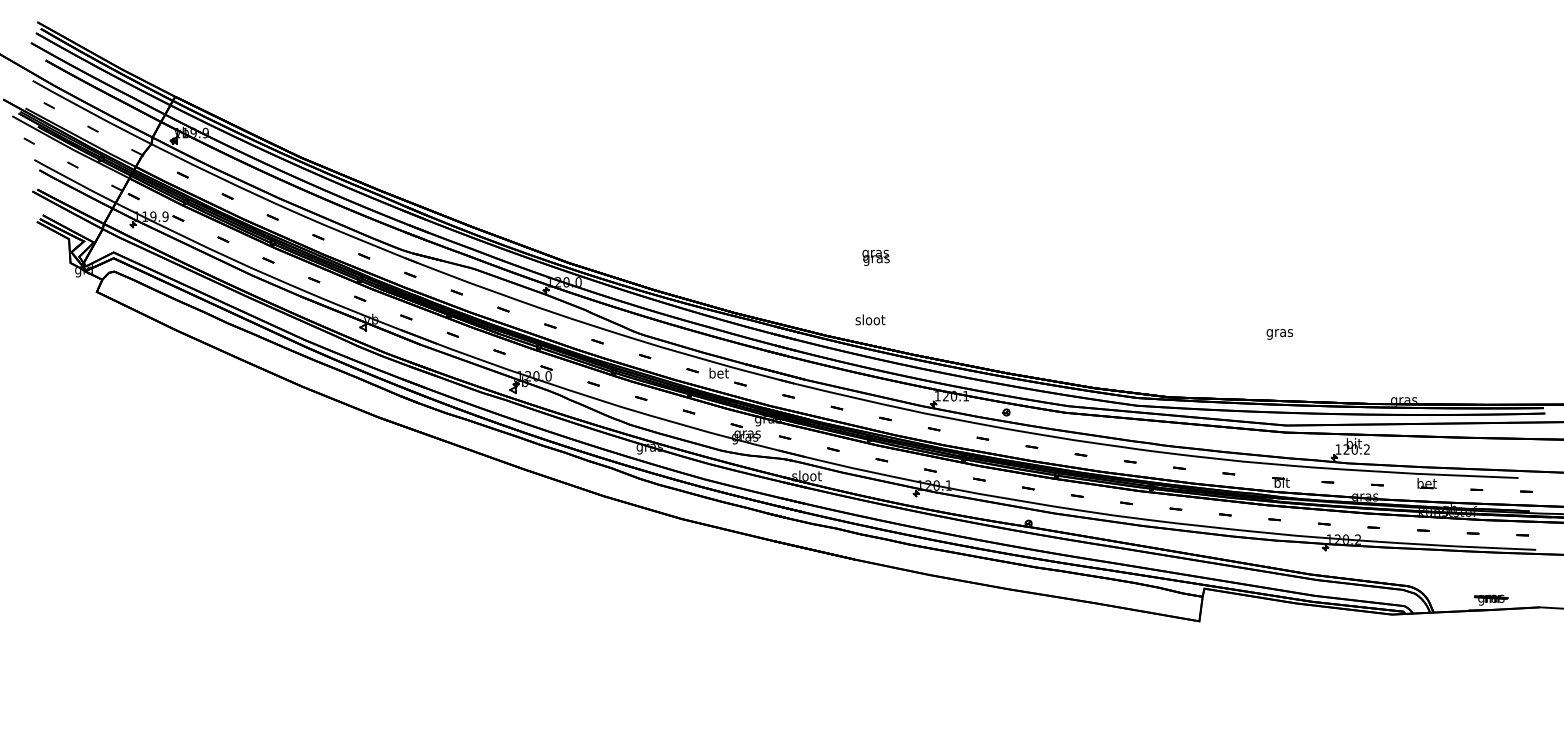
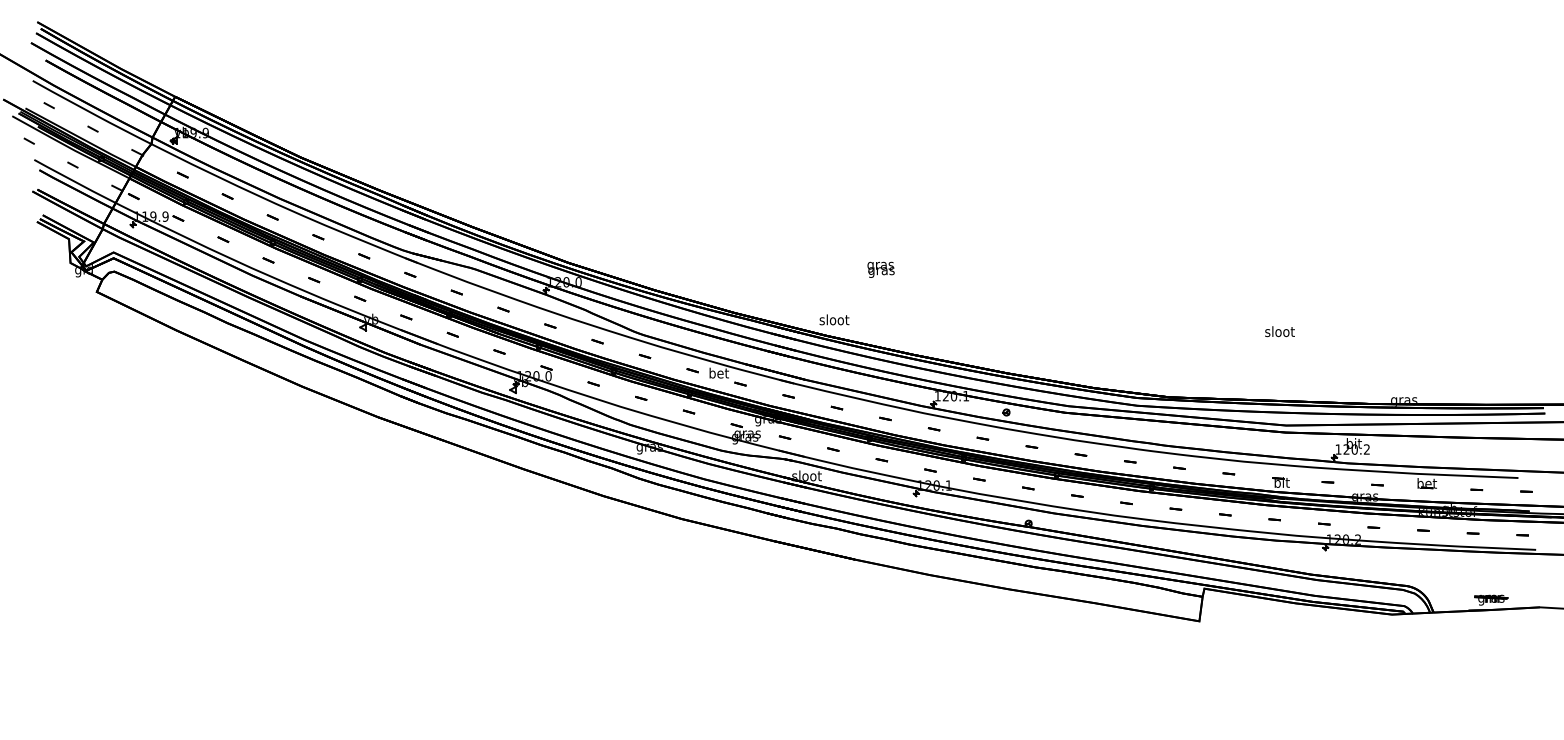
text at (875, 257) position: (875, 257) -> (880, 269)
text at (870, 319) position: (870, 319) -> (834, 319)
text at (1279, 332): gras -> sloot
